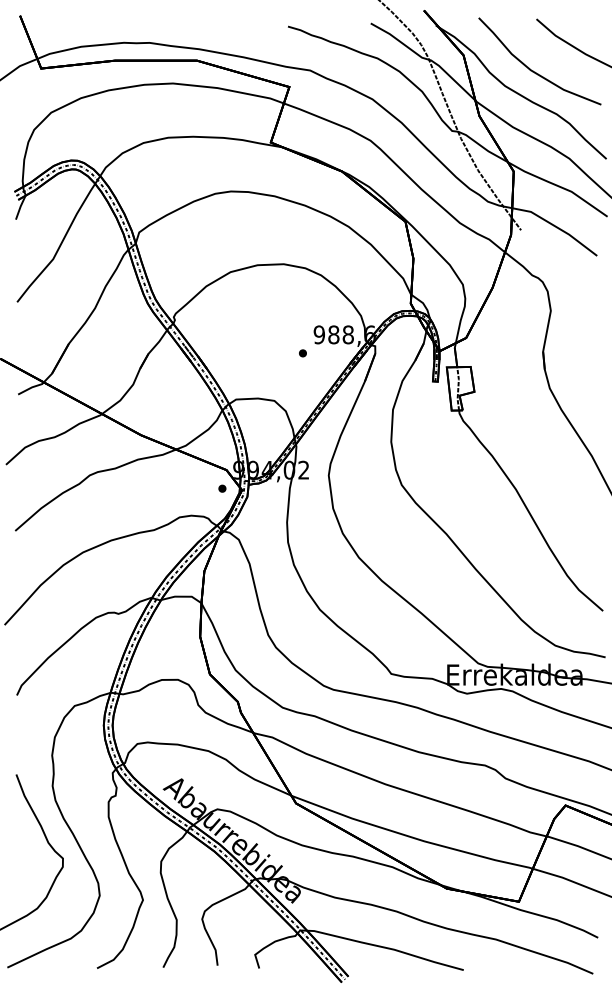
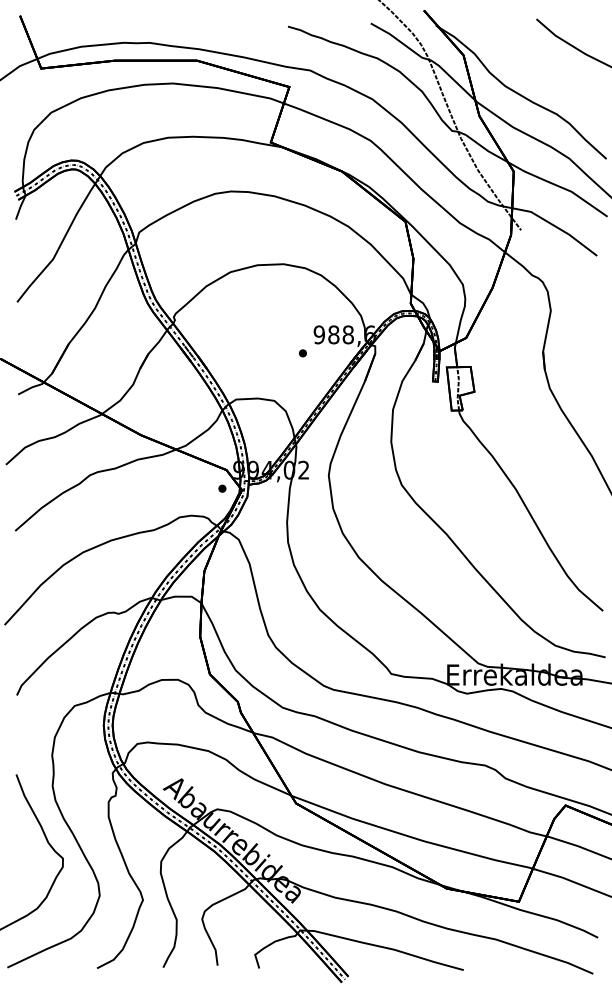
curve at (535, 71): present -> none
